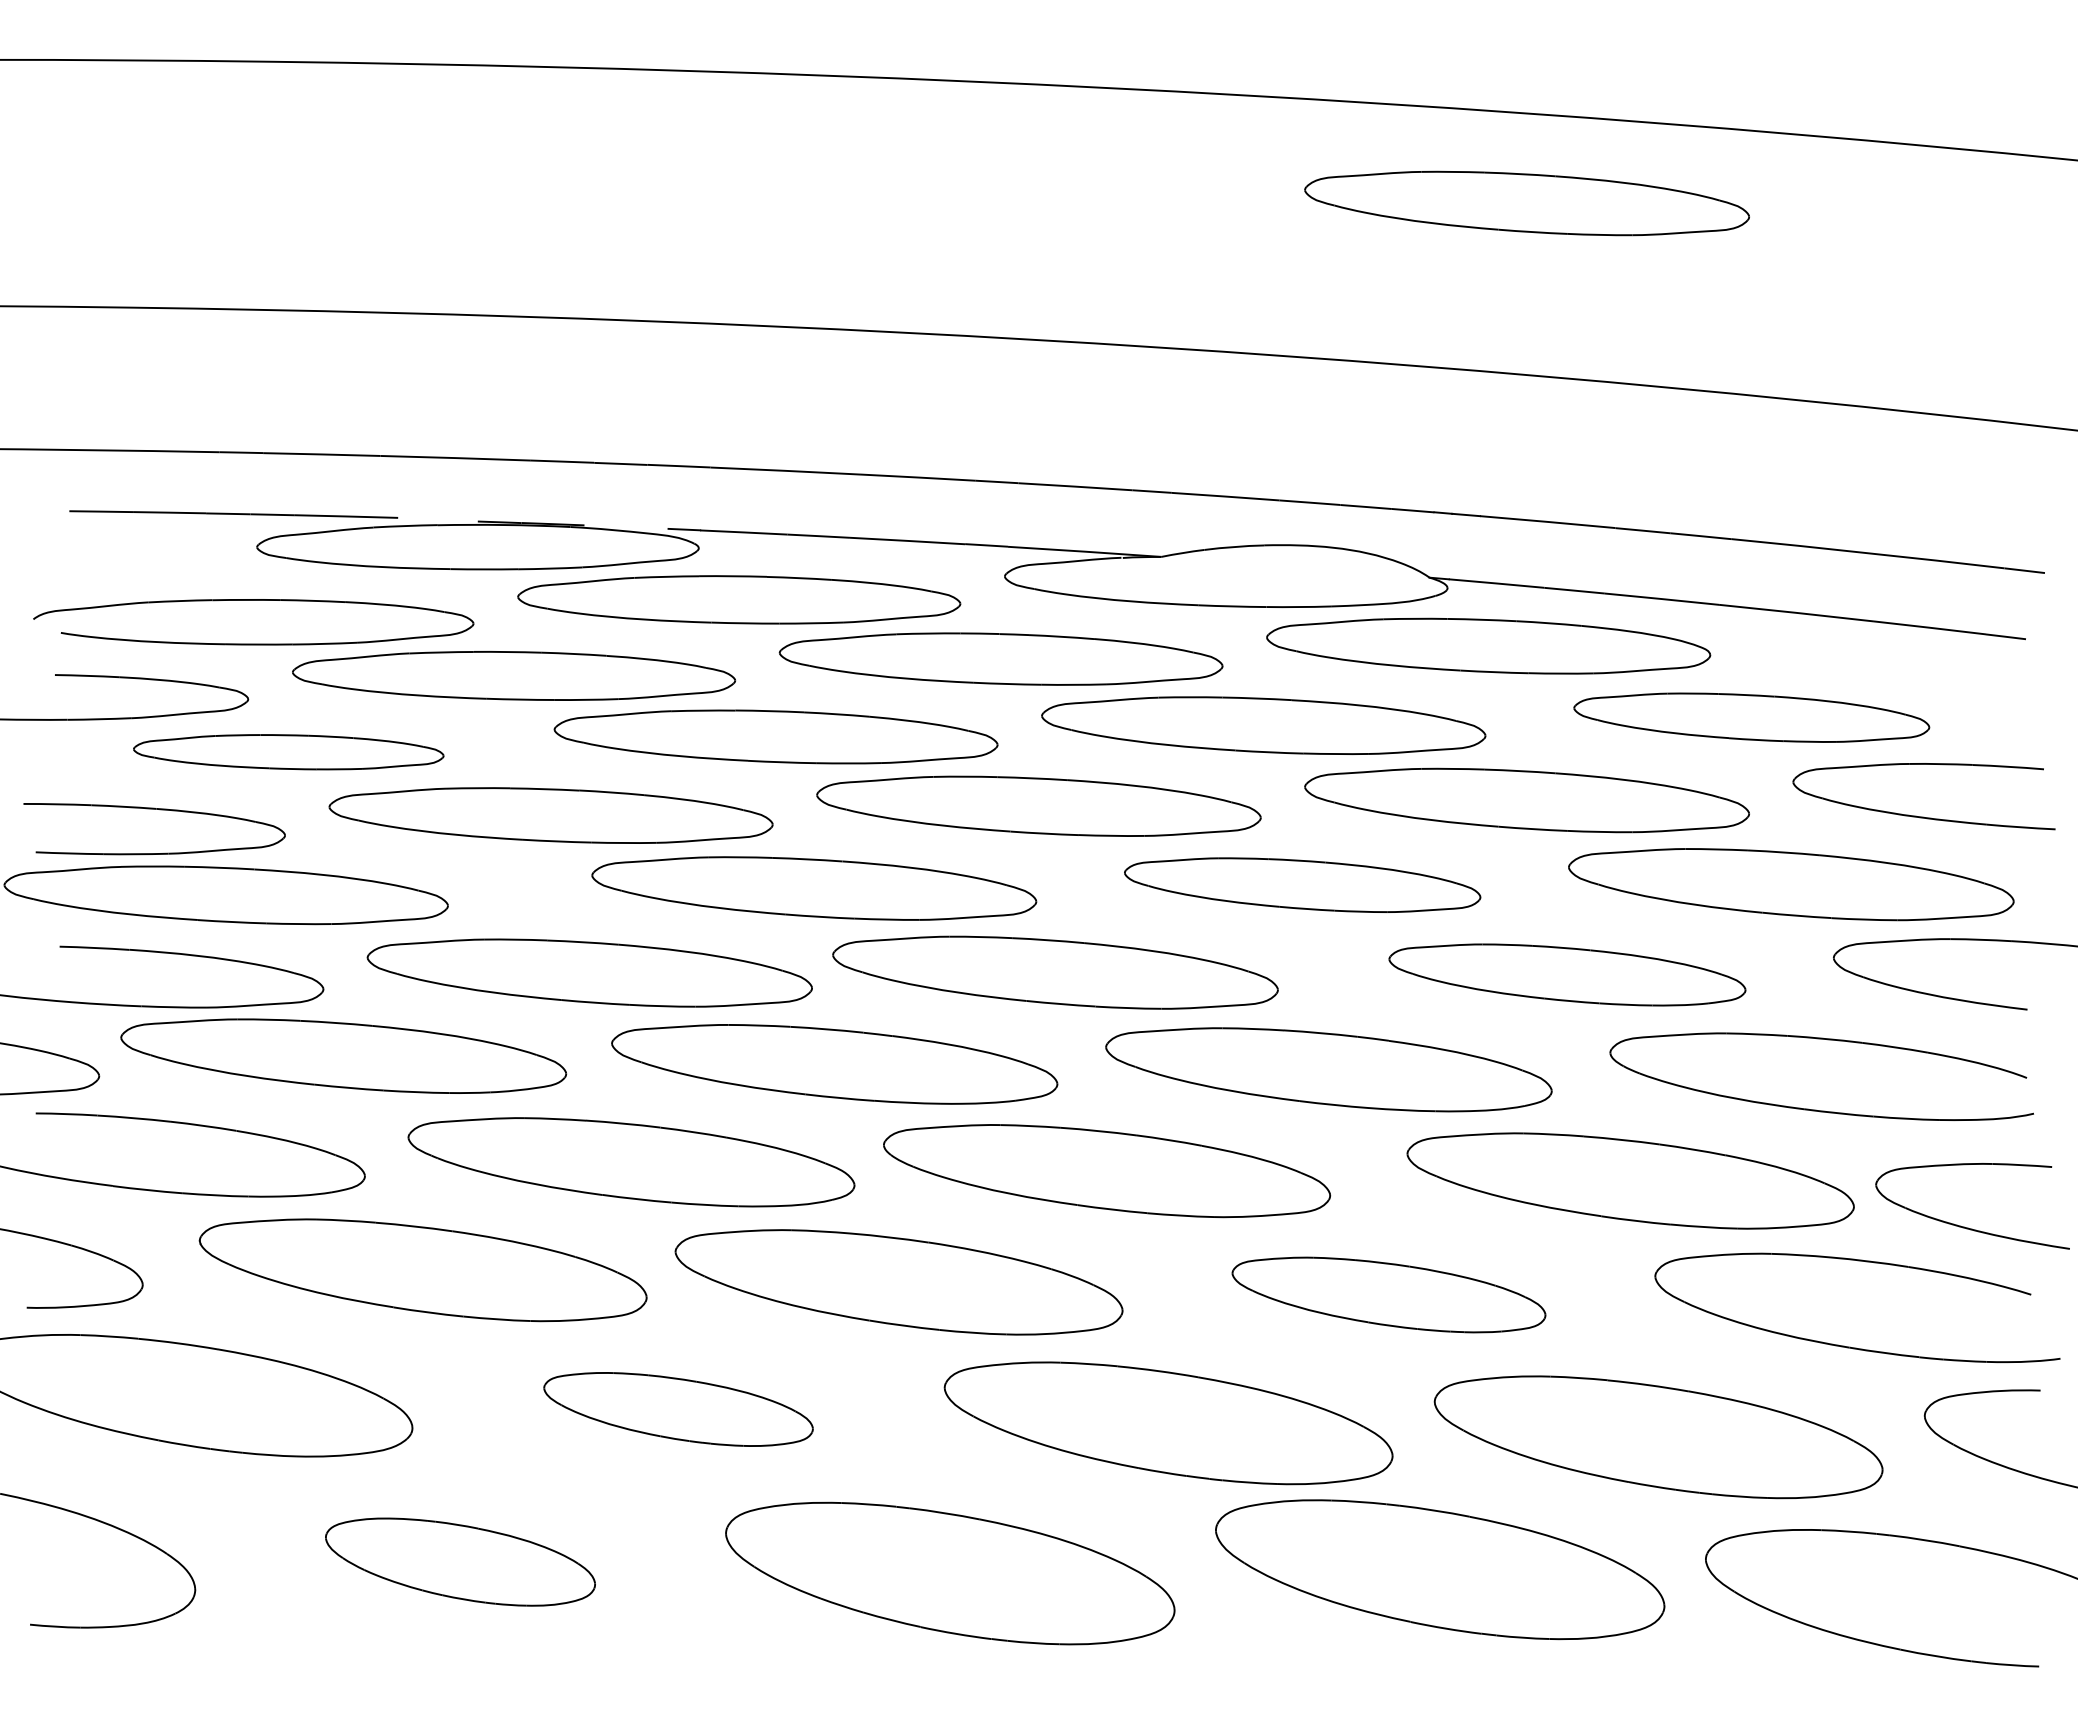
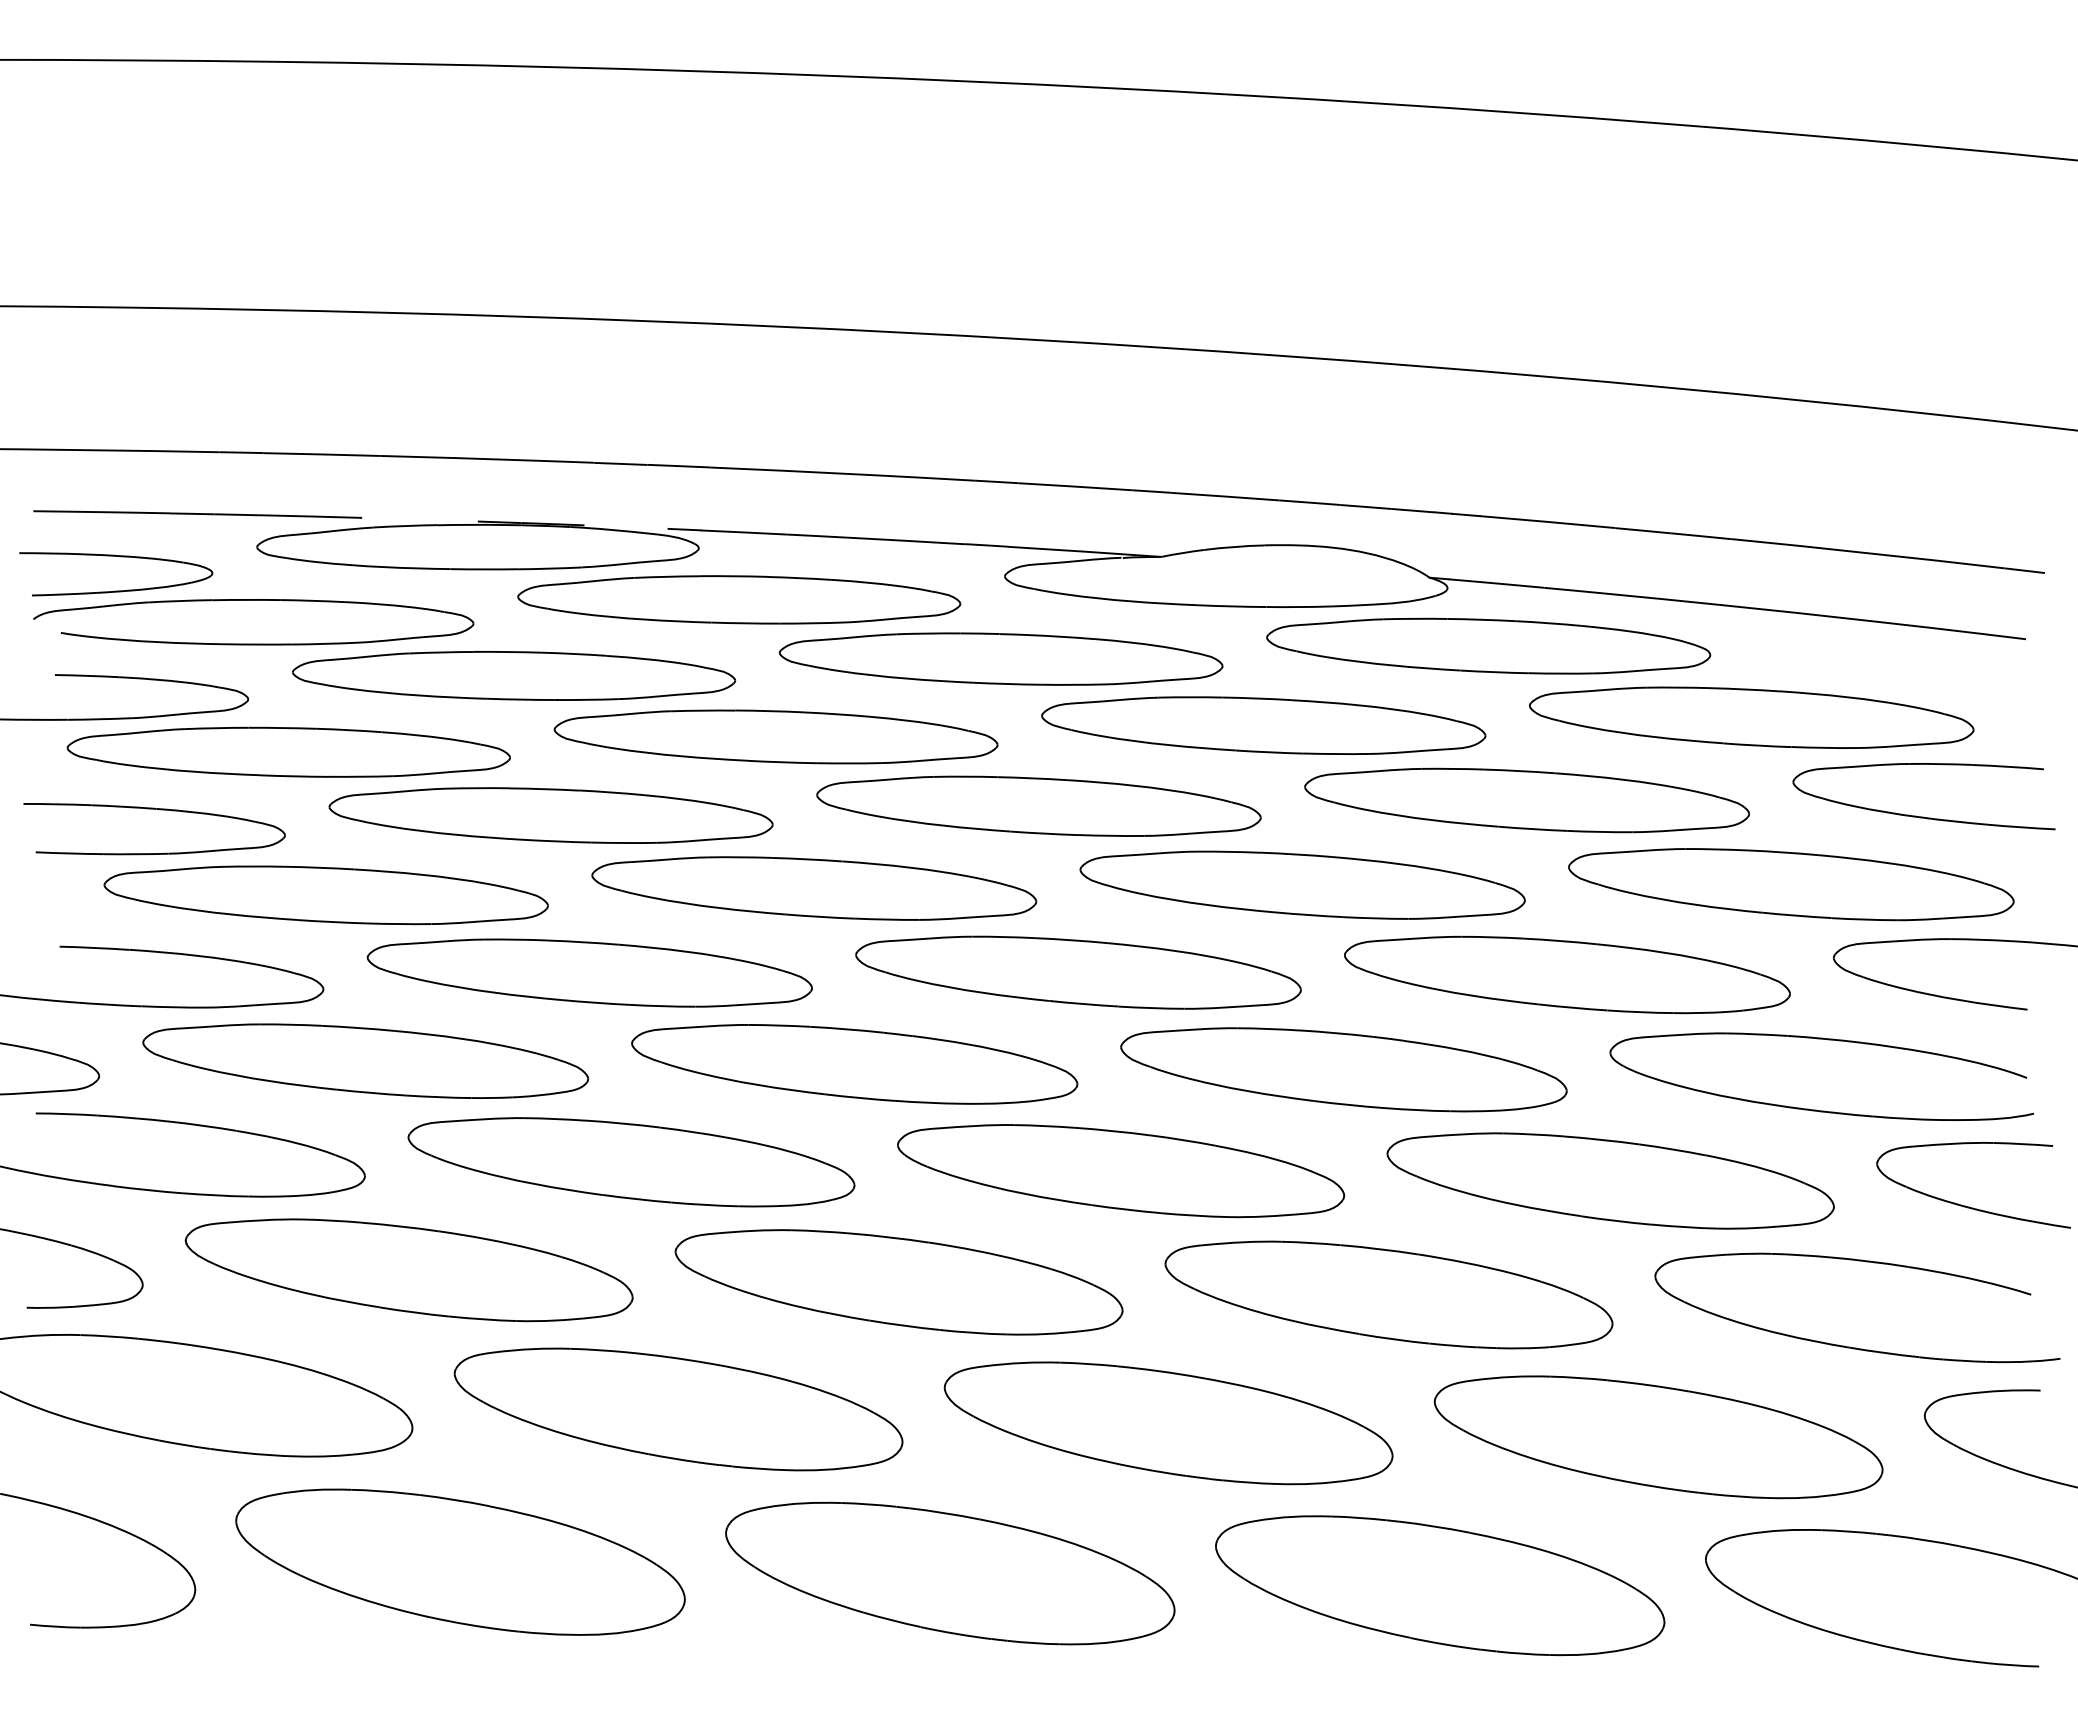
part at (1526, 203): present -> none
line at (233, 514) position: (233, 514) -> (197, 514)
part at (116, 590): none -> present
part at (1751, 717) size: 358x51 px -> 446x63 px
part at (288, 752) size: 312x37 px -> 445x52 px
part at (1302, 884) size: 358x56 px -> 447x70 px
part at (225, 895) position: (225, 895) -> (325, 895)
part at (1055, 972) position: (1055, 972) -> (1078, 972)
part at (1567, 974) size: 359x64 px -> 447x80 px
part at (343, 1055) position: (343, 1055) -> (365, 1060)
part at (834, 1064) position: (834, 1064) -> (854, 1064)
part at (1328, 1069) position: (1328, 1069) -> (1343, 1069)
part at (1107, 1171) position: (1107, 1171) -> (1121, 1171)
part at (1630, 1180) position: (1630, 1180) -> (1610, 1180)
part at (1968, 1227) position: (1968, 1227) -> (1969, 1206)
part at (422, 1270) position: (422, 1270) -> (408, 1270)
part at (1388, 1294) size: 316x78 px -> 450x110 px
part at (678, 1409) size: 271x75 px -> 451x125 px
part at (460, 1561) size: 271x90 px -> 451x148 px
part at (1440, 1569) position: (1440, 1569) -> (1440, 1585)
